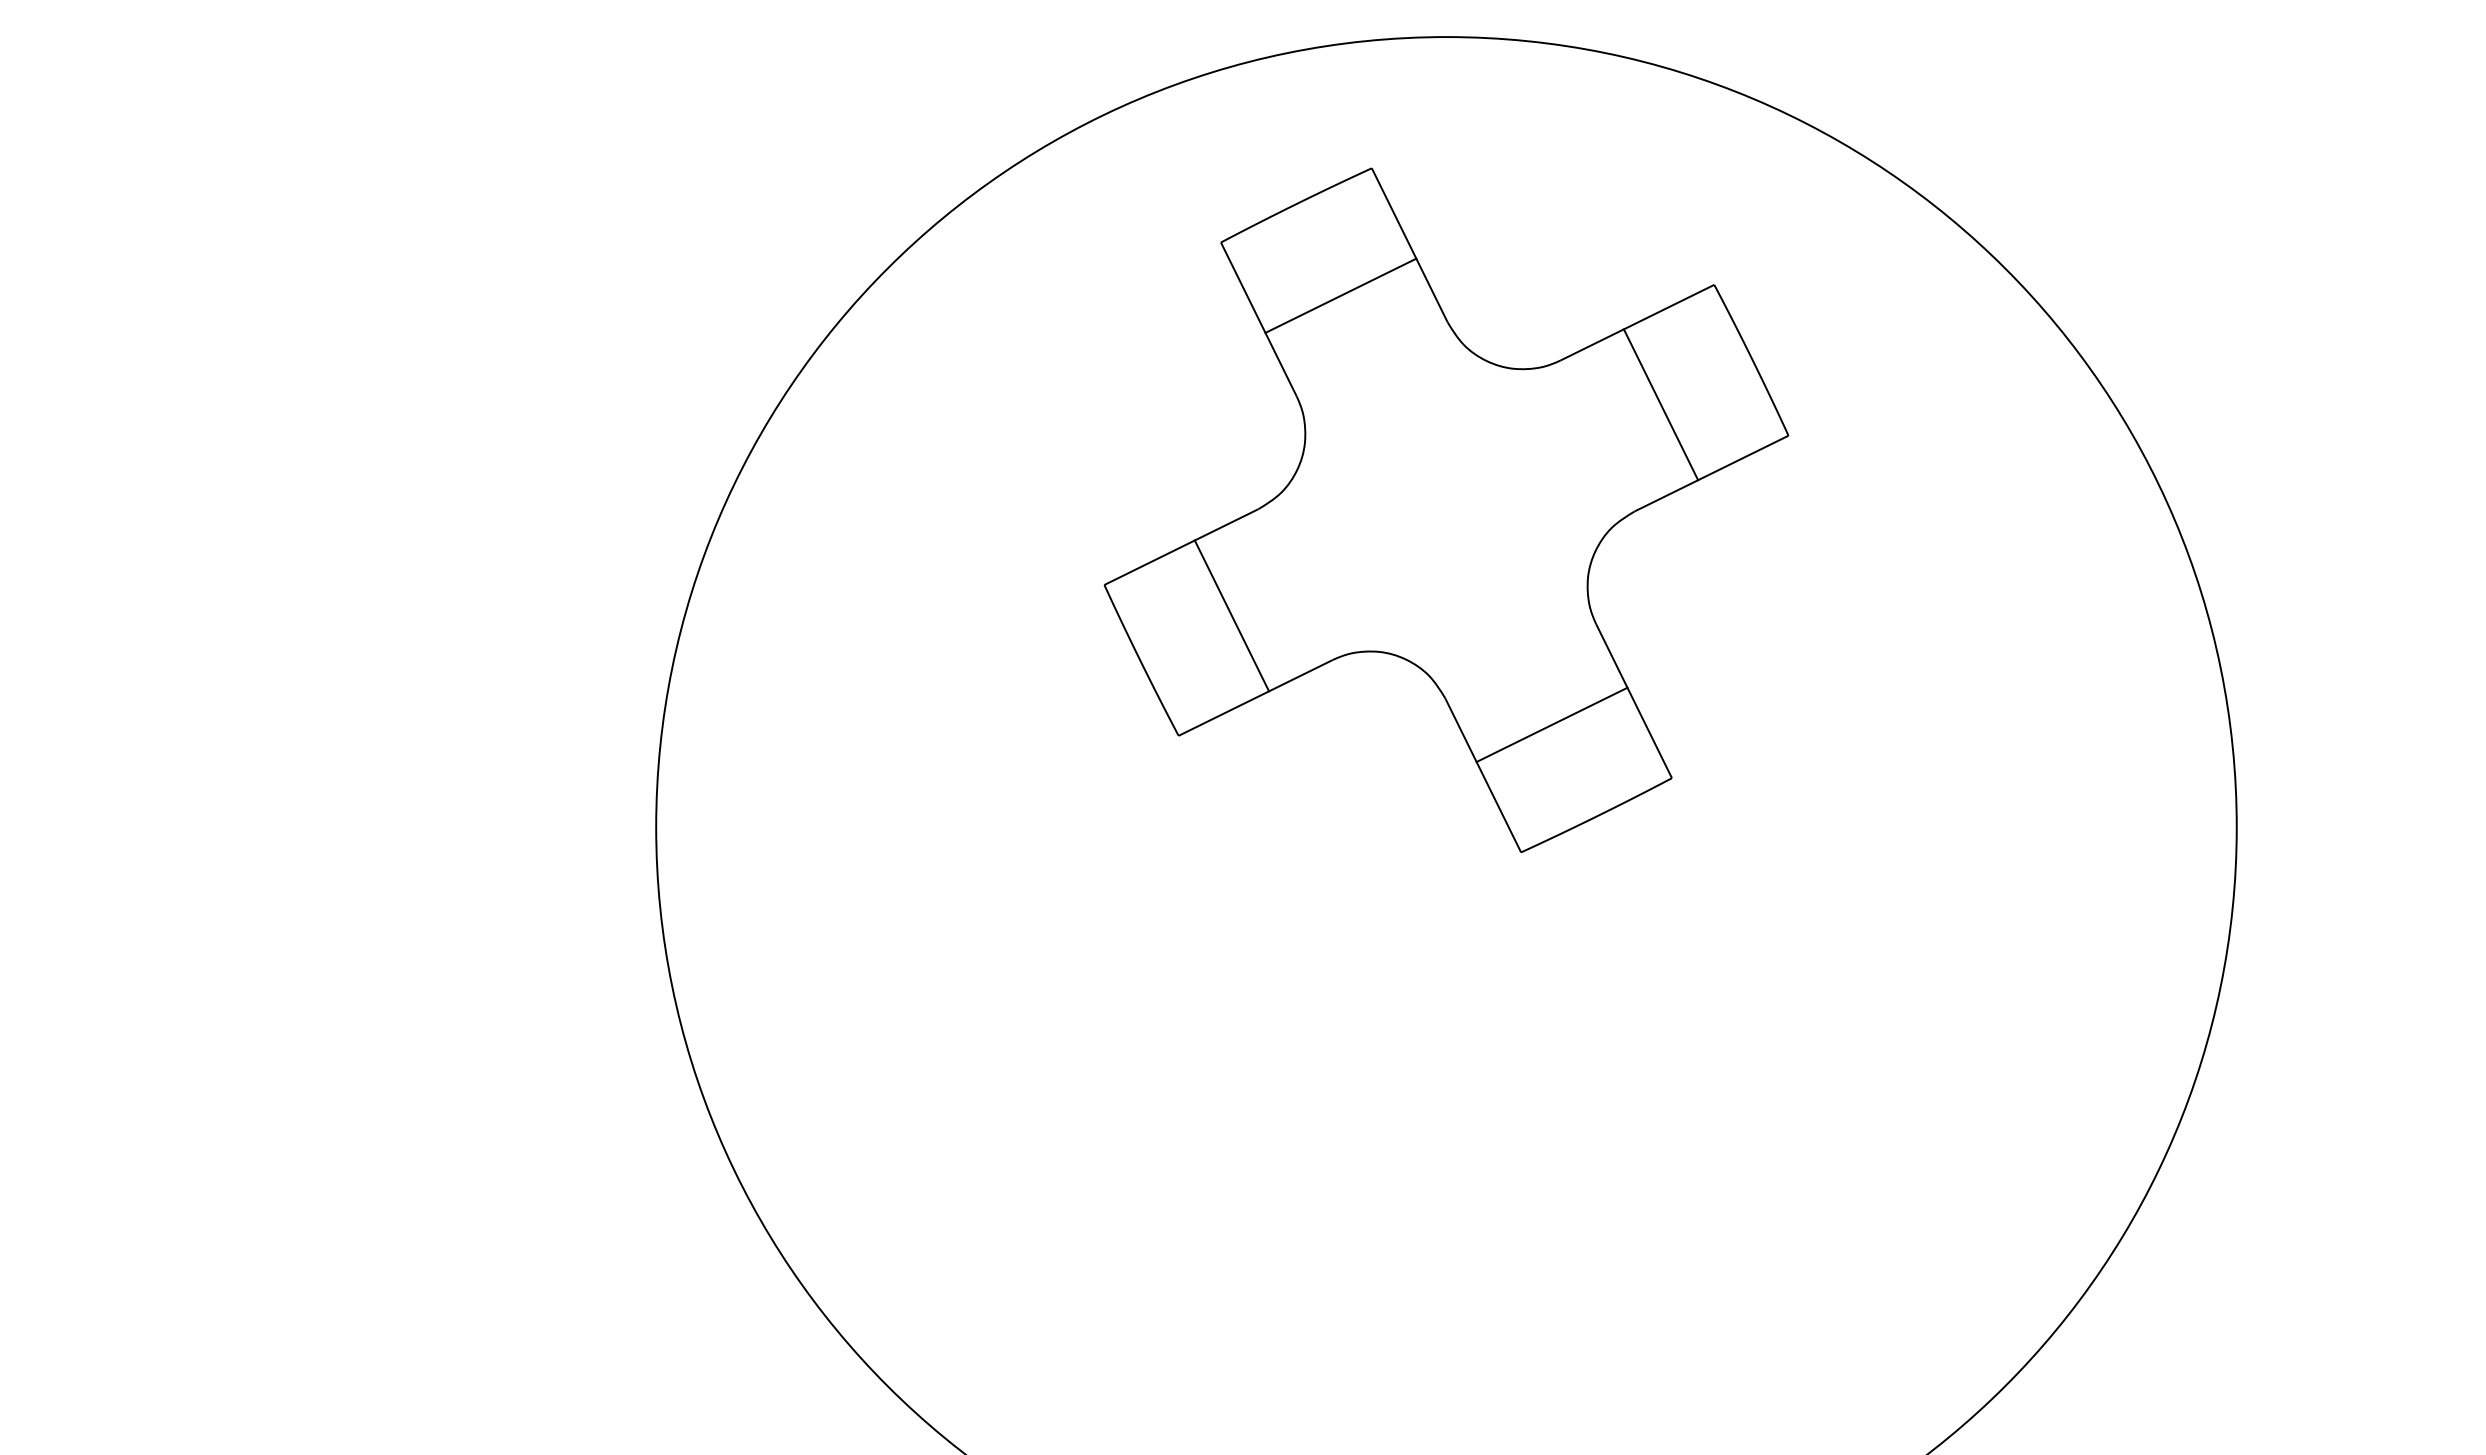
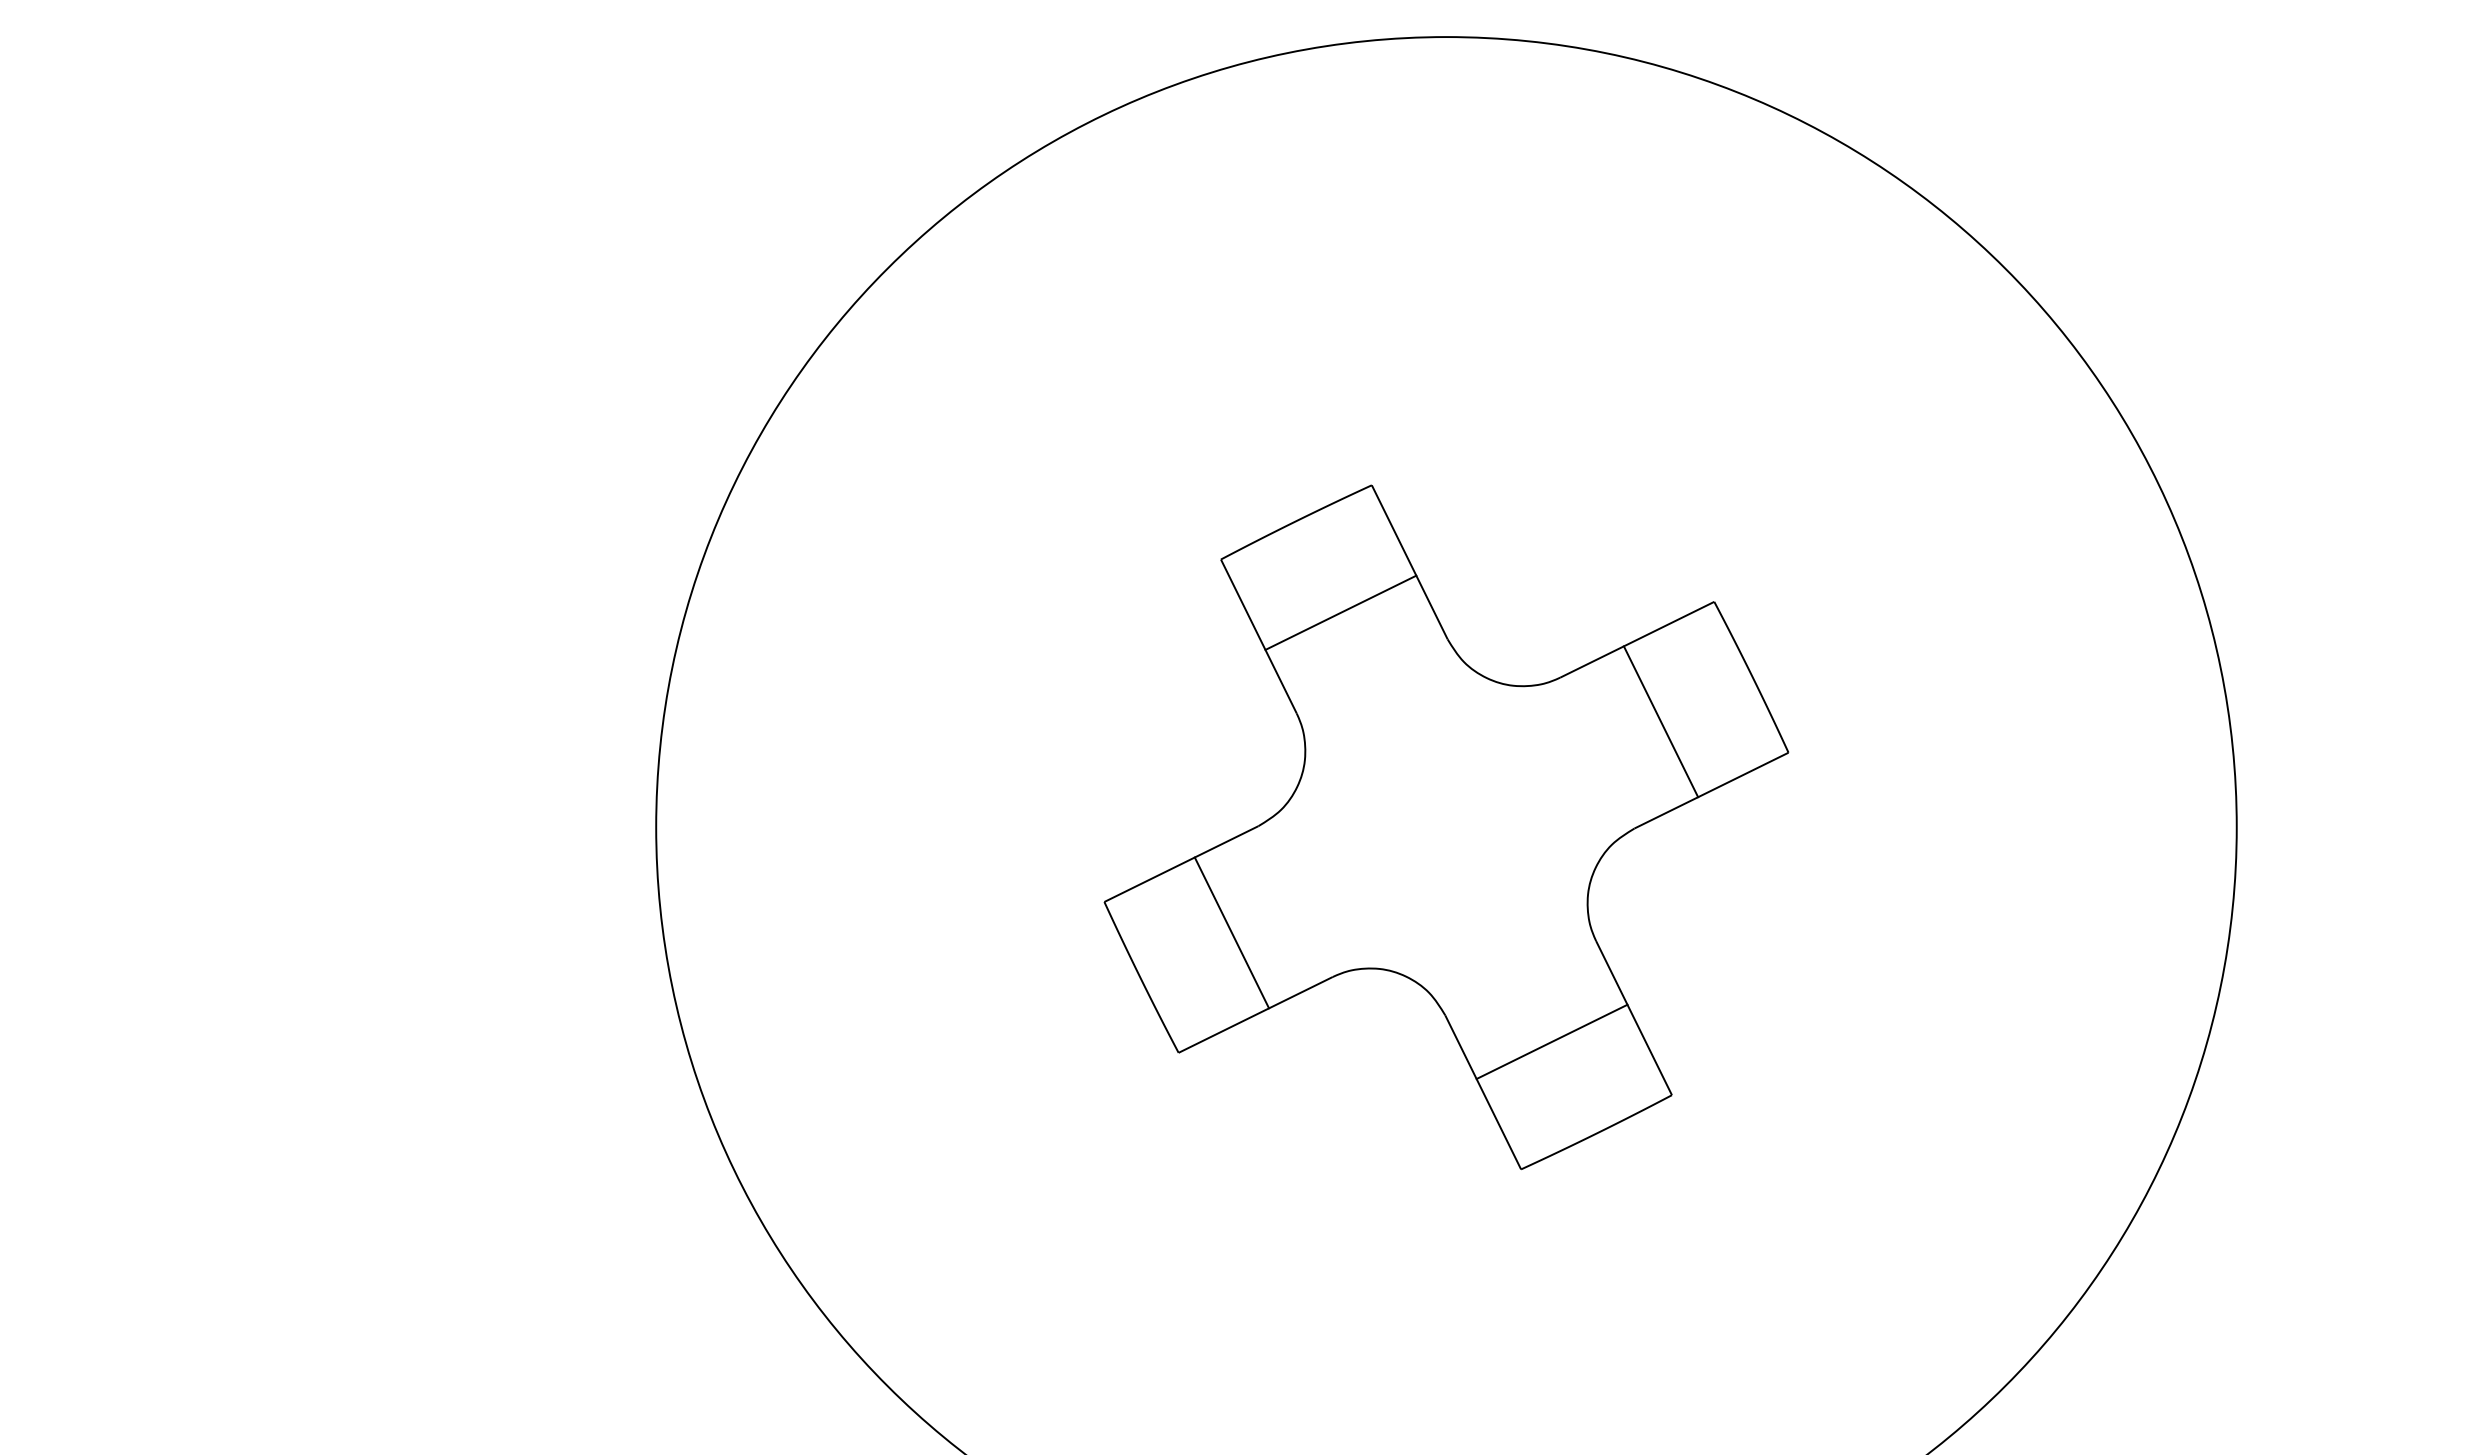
part at (1446, 509) position: (1446, 509) -> (1446, 826)
